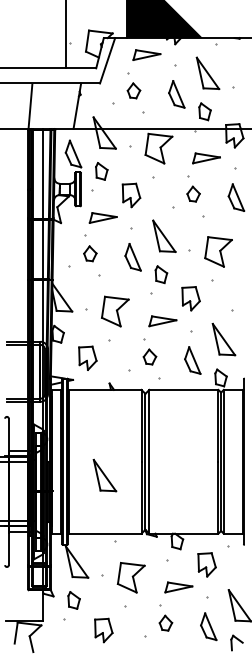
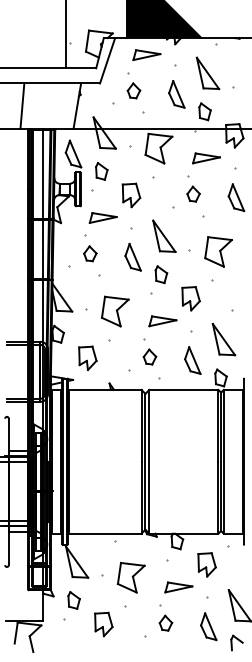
line at (30, 106) position: (30, 106) -> (22, 105)
part at (104, 475): present -> none
part at (103, 630) position: (103, 630) -> (103, 624)
